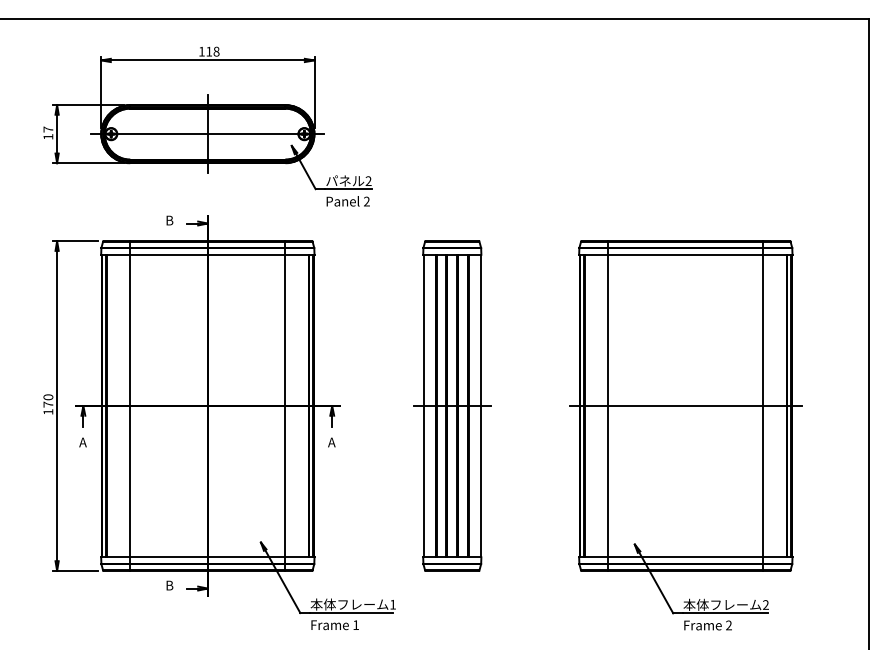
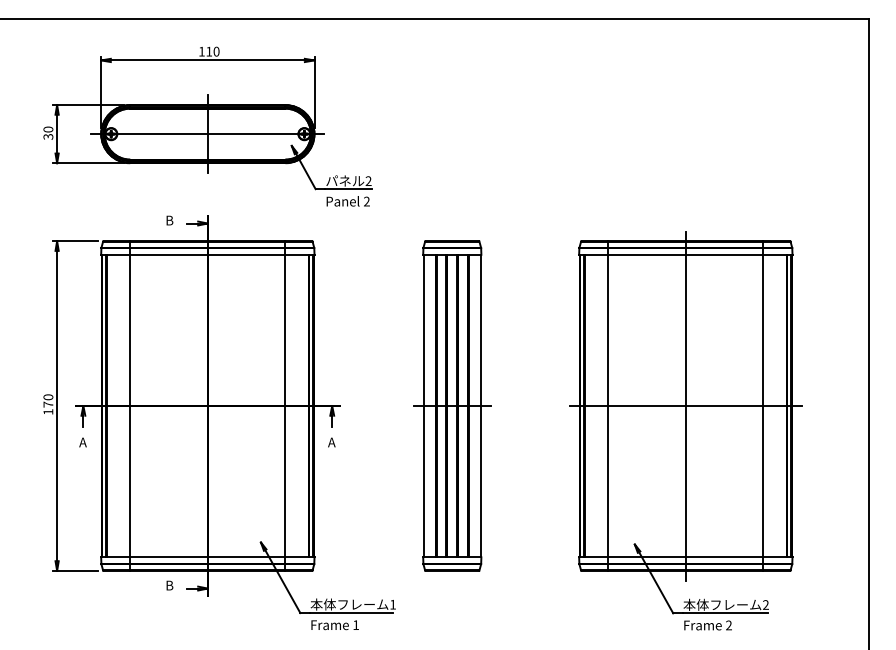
text at (216, 51): 118 -> 110
text at (48, 132): 17 -> 30
line at (685, 405): none -> present
